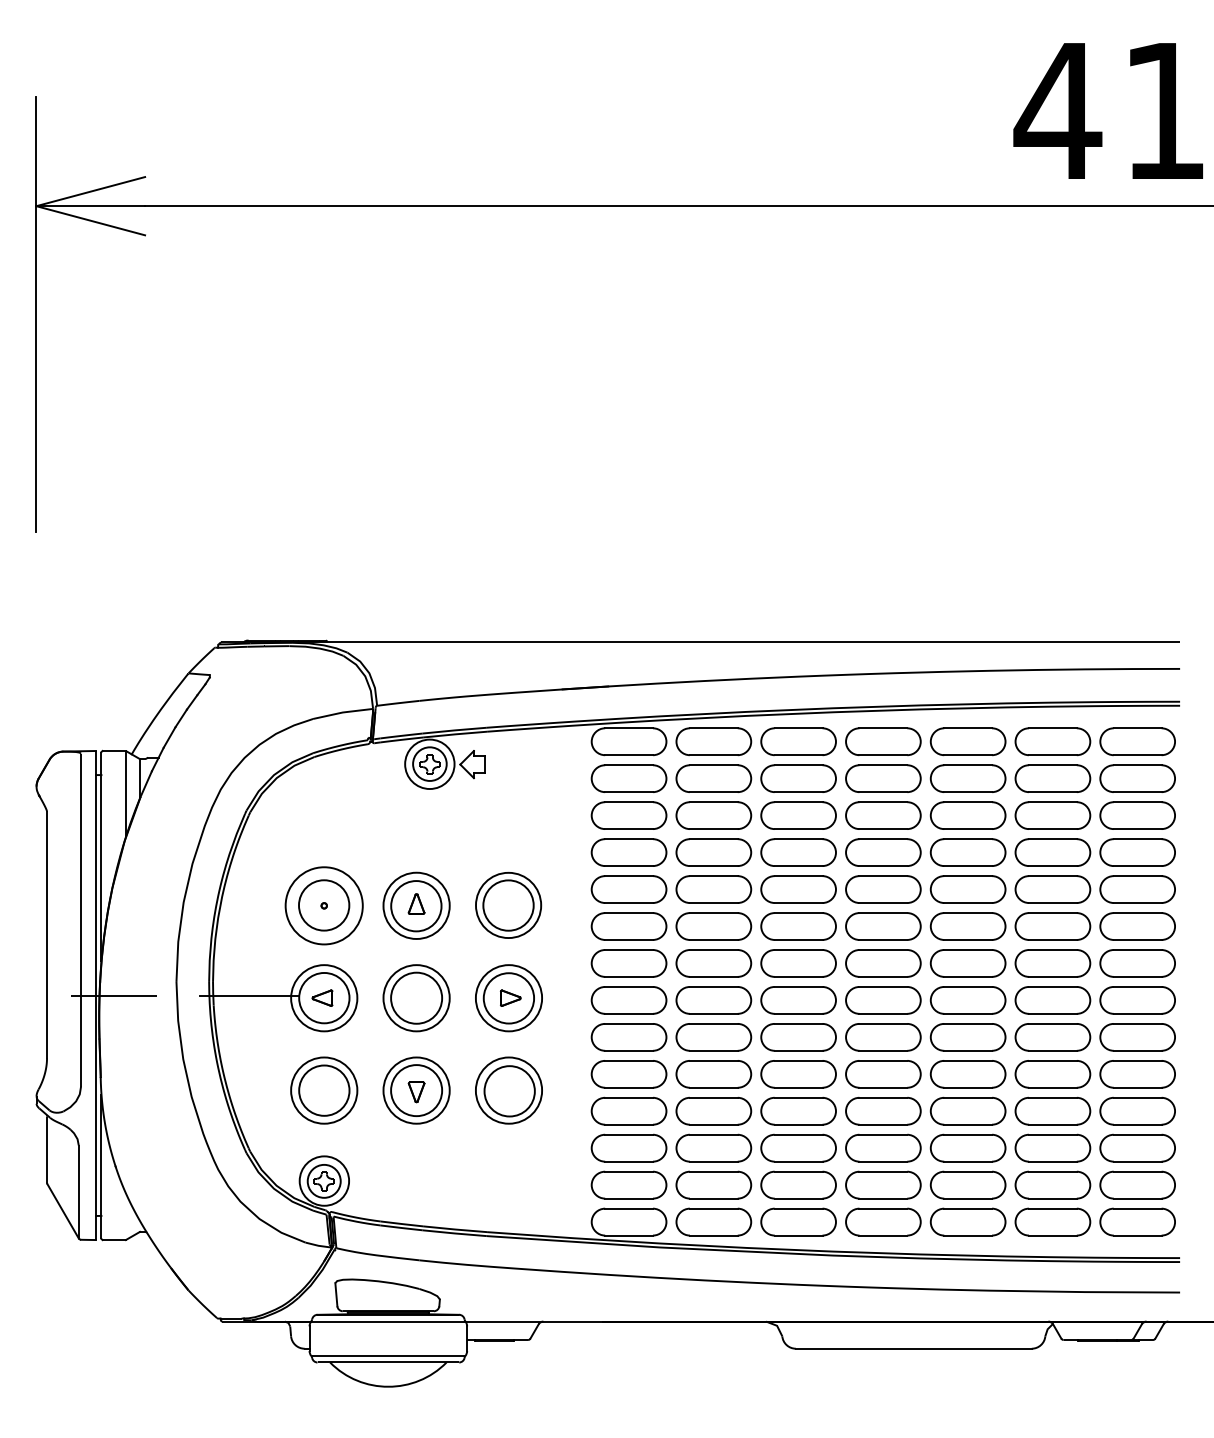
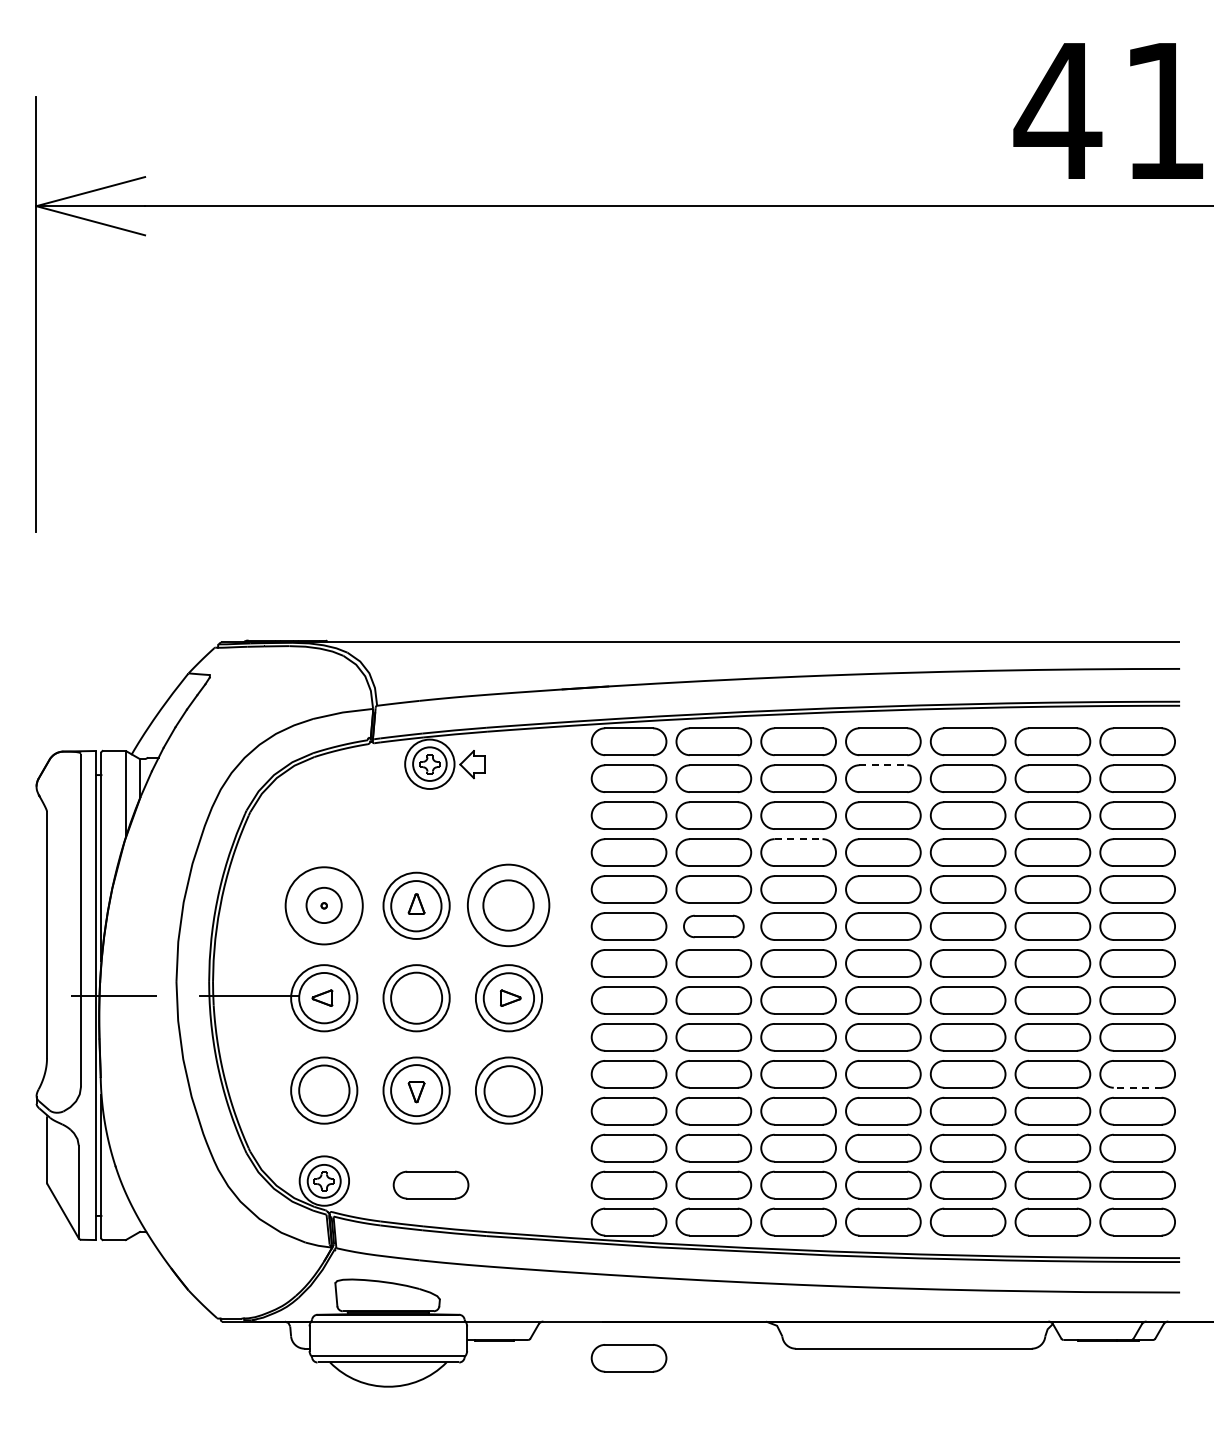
line at (883, 765): solid -> dashed
line at (798, 839): solid -> dashed
circle at (323, 905) diameter: 50 px -> 35 px
circle at (508, 905) diameter: 65 px -> 82 px
part at (713, 926) size: 78x29 px -> 62x25 px
line at (1137, 1087): solid -> dashed
part at (430, 1184): none -> present
part at (628, 1358): none -> present
